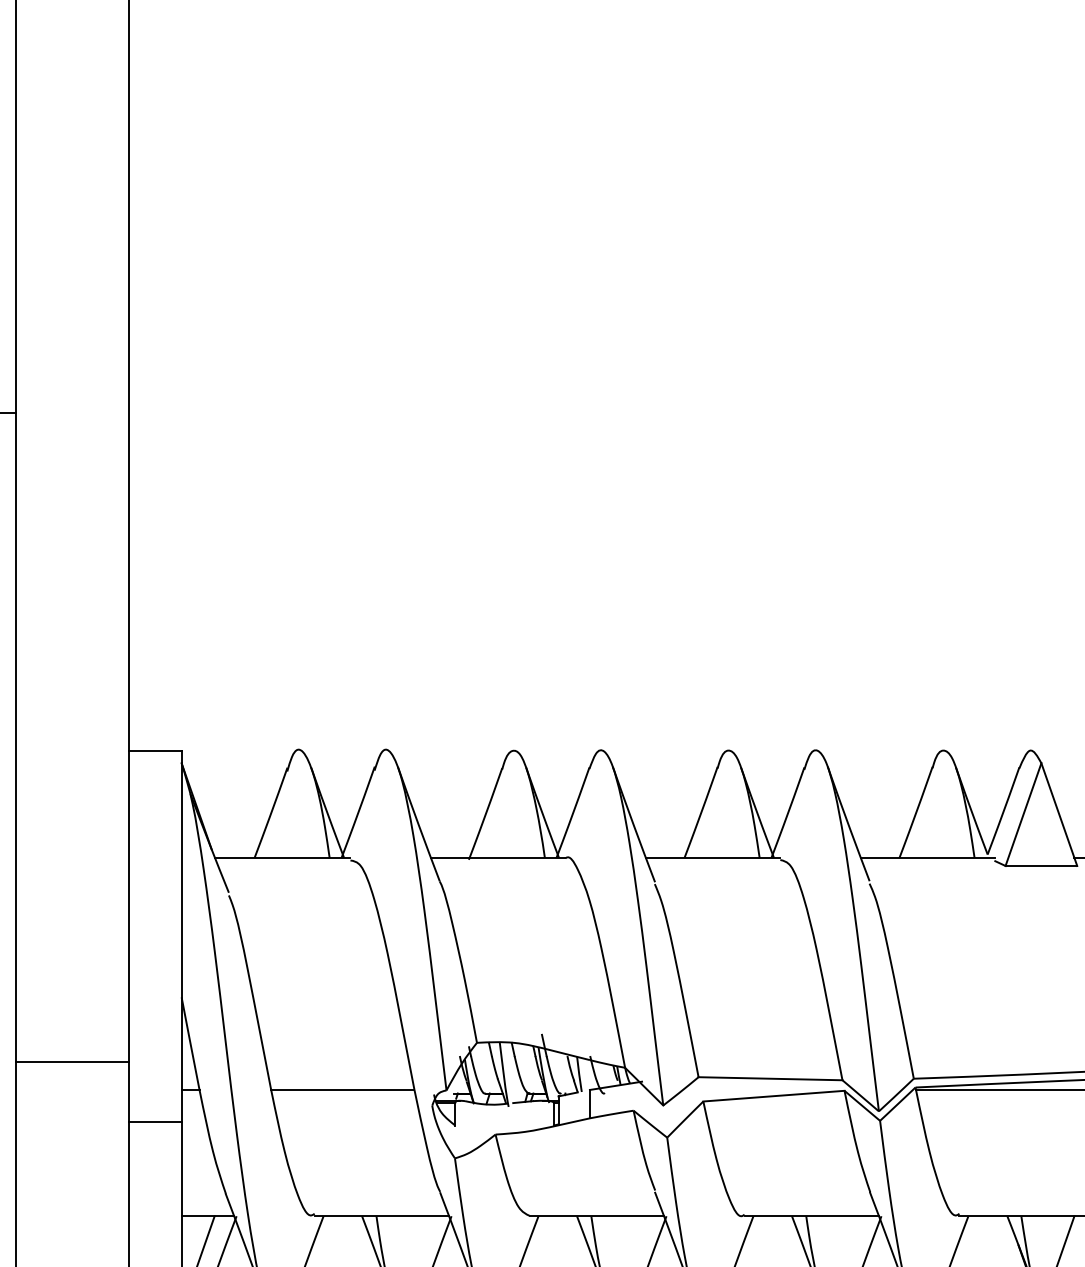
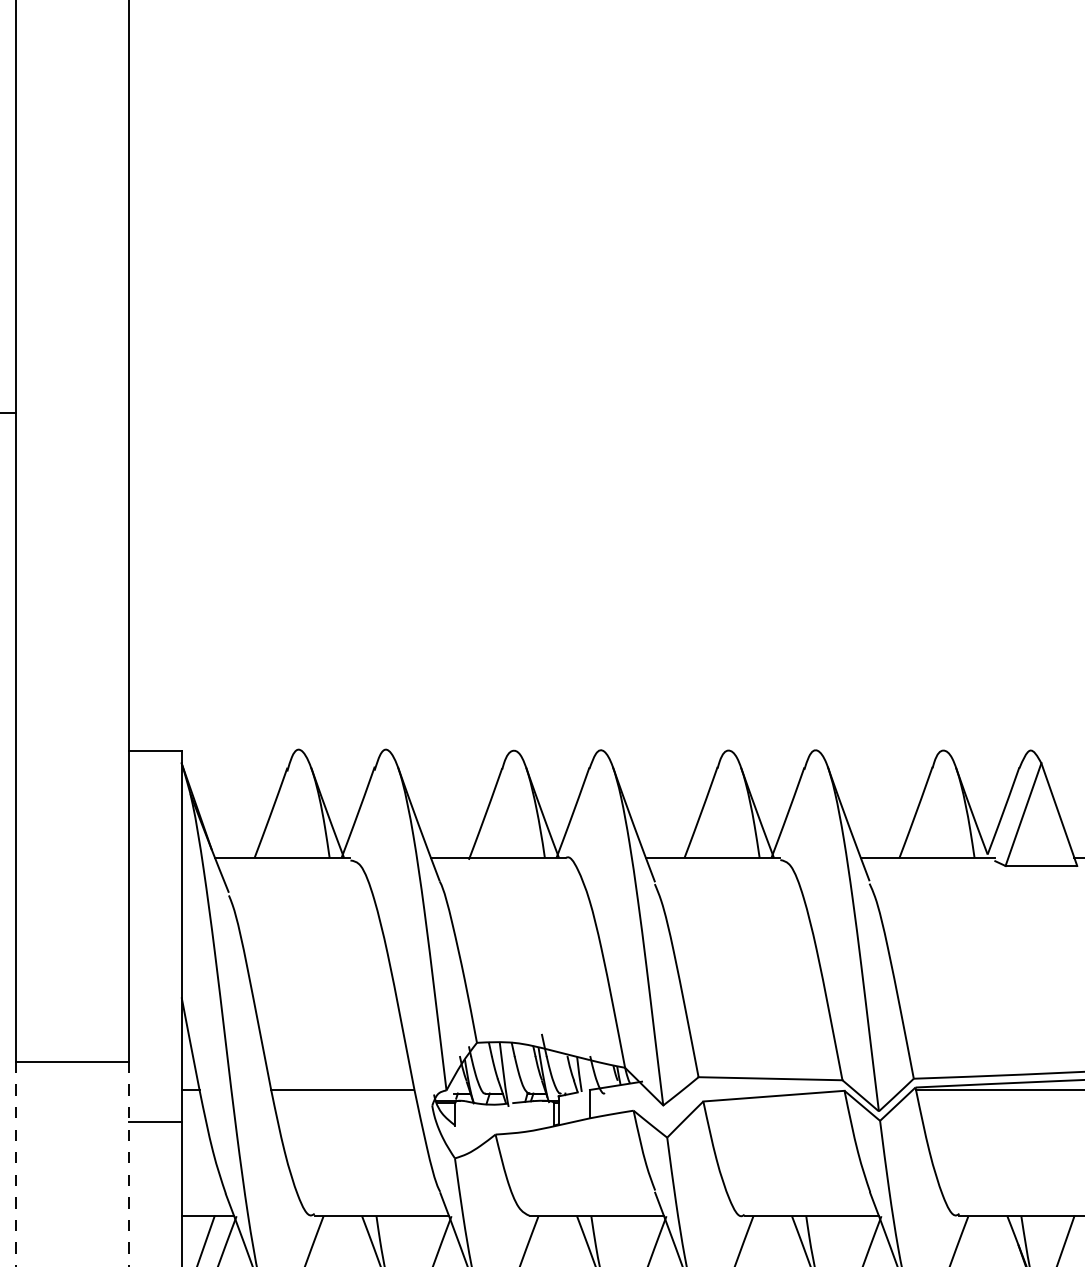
line at (15, 1164): solid -> dashed
line at (128, 1164): solid -> dashed
